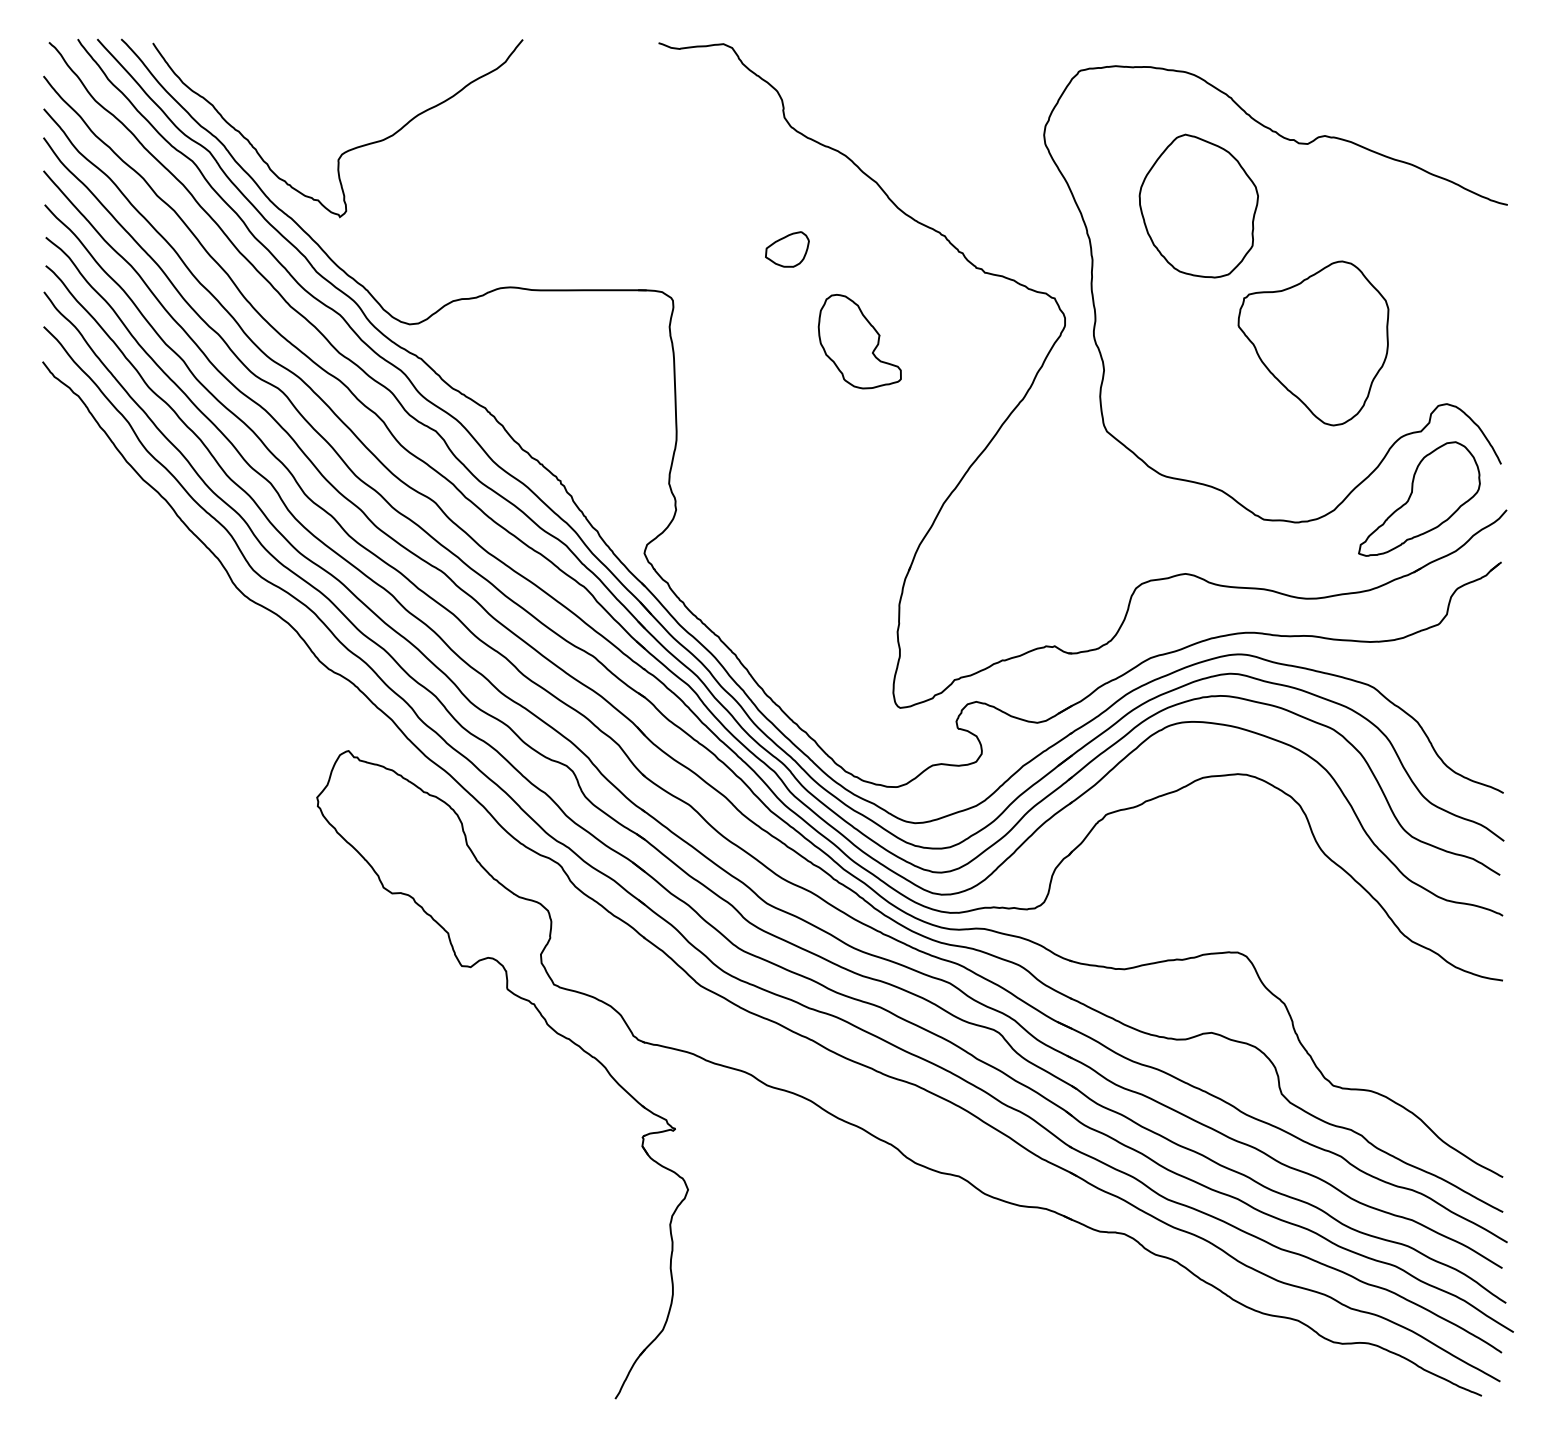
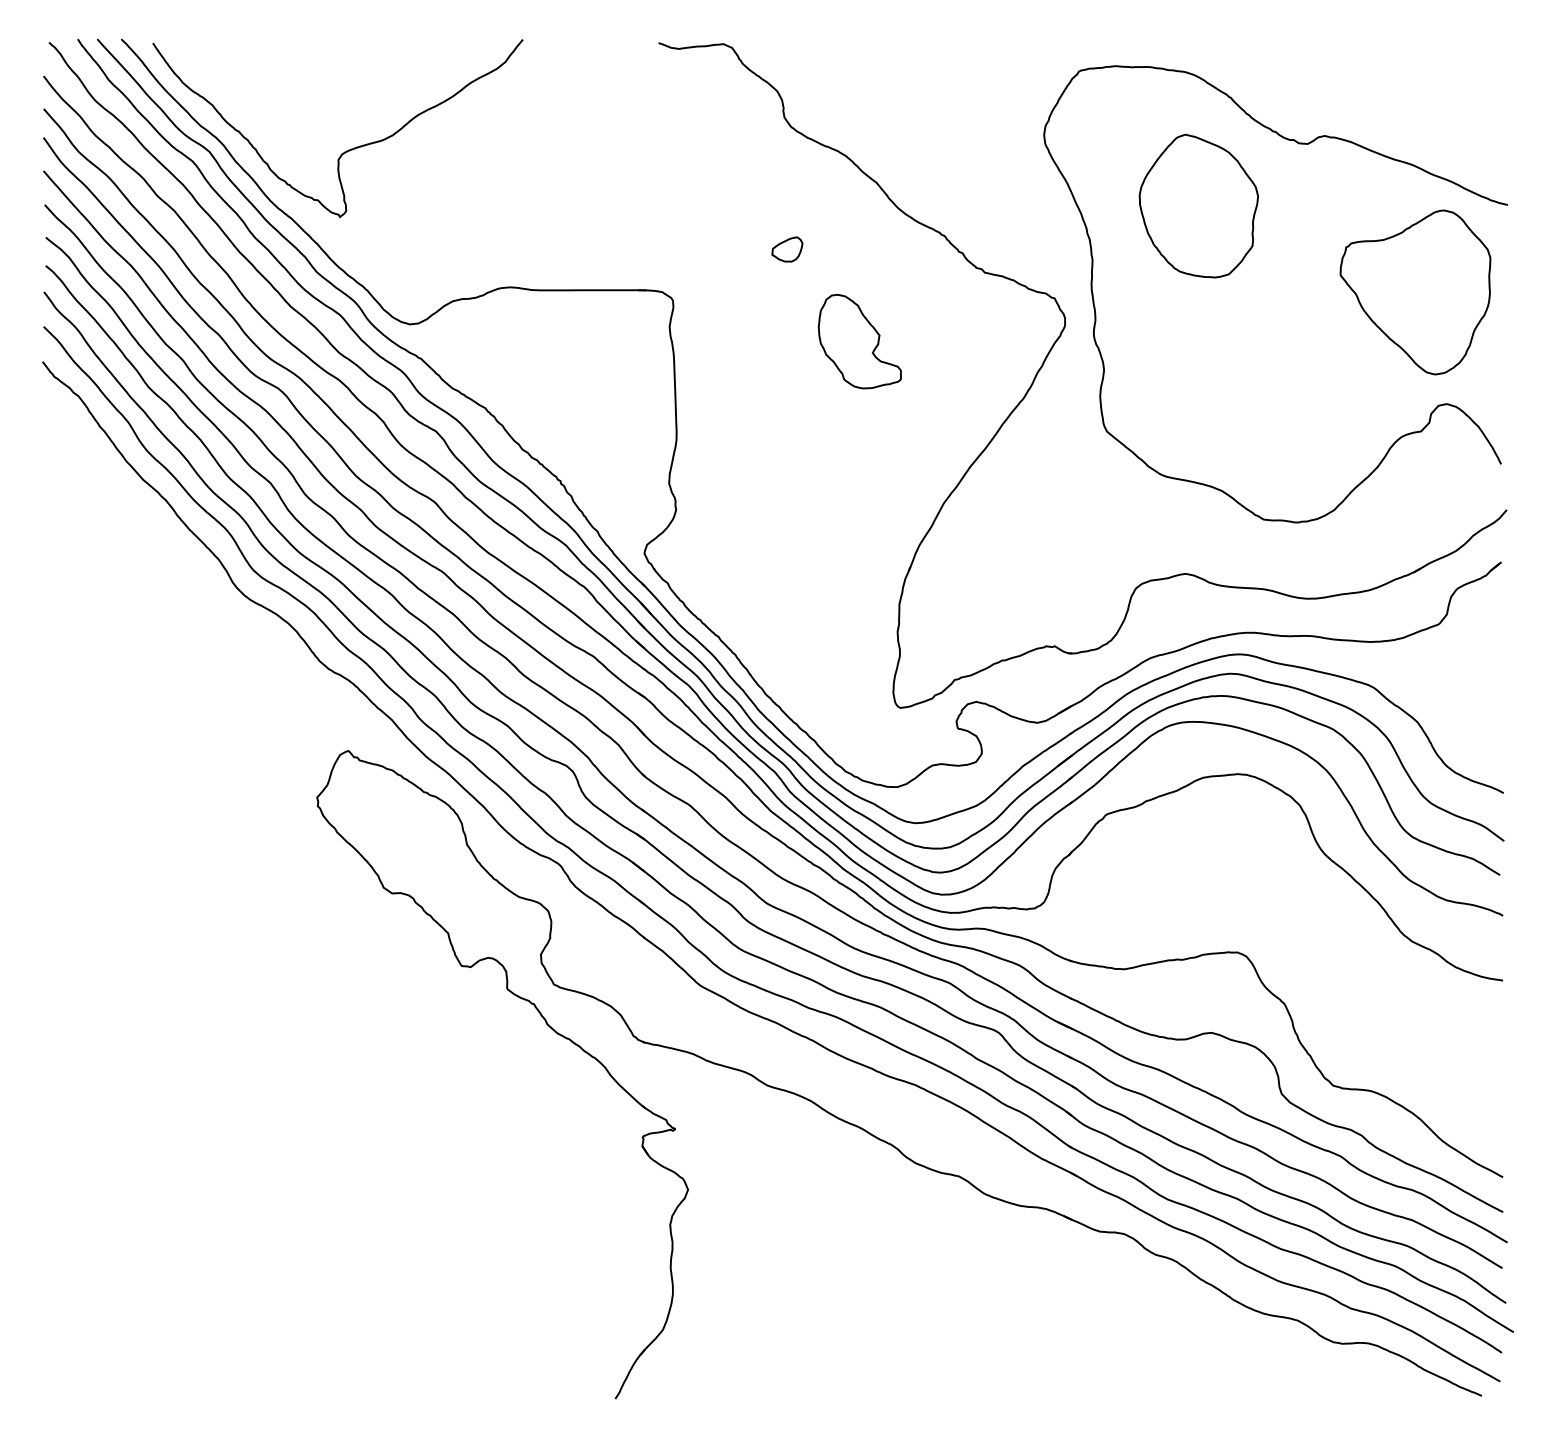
part at (787, 249) size: 45x37 px -> 33x27 px
part at (1313, 343) position: (1313, 343) -> (1415, 292)
part at (1419, 498): present -> none
